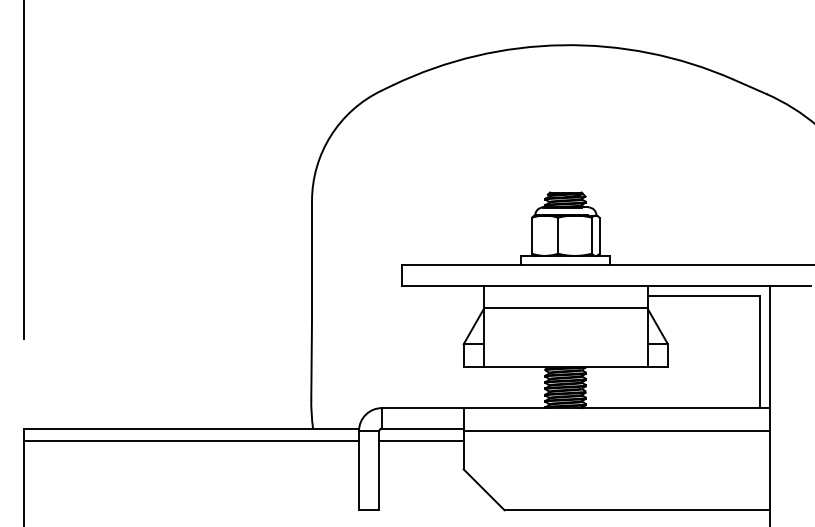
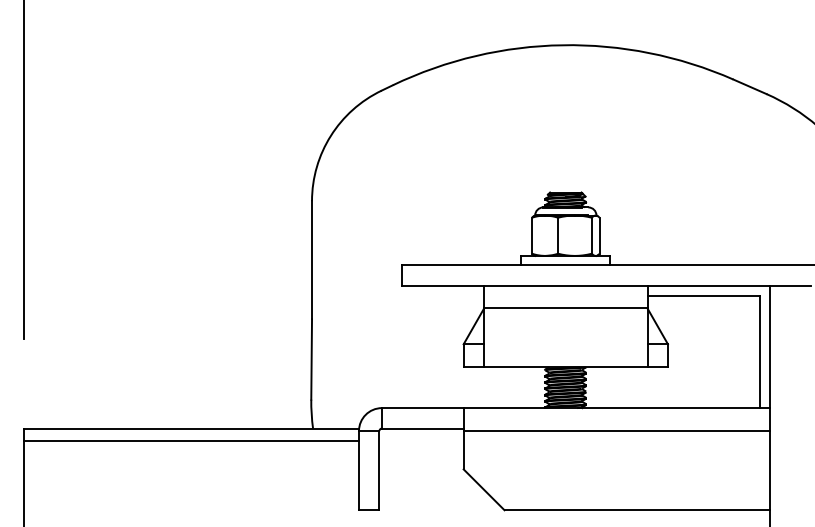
line at (421, 440): present -> none
